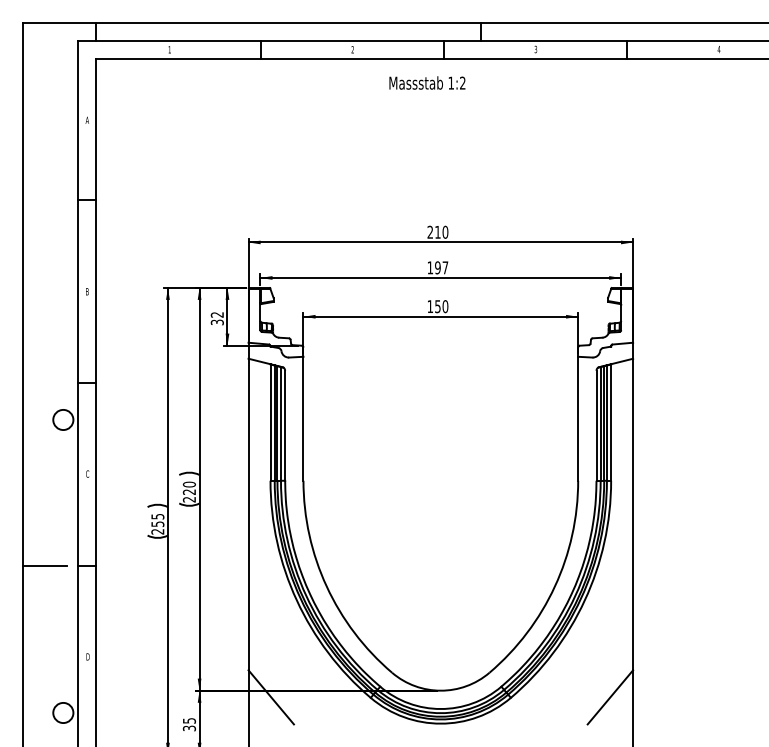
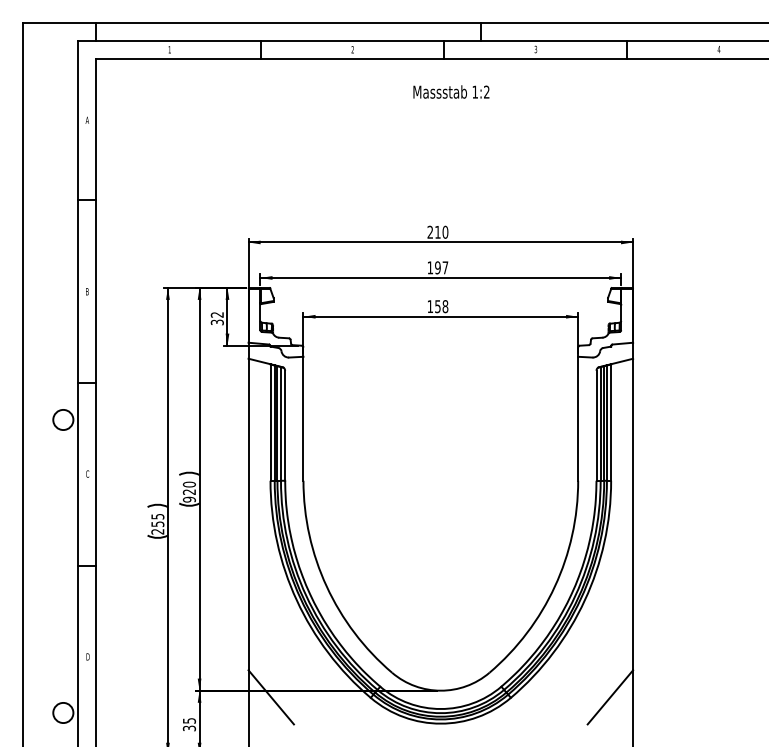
text at (427, 82) position: (427, 82) -> (451, 91)
text at (445, 306): 150 -> 158
text at (189, 499): 220 -> 920
line at (45, 566): present -> none
